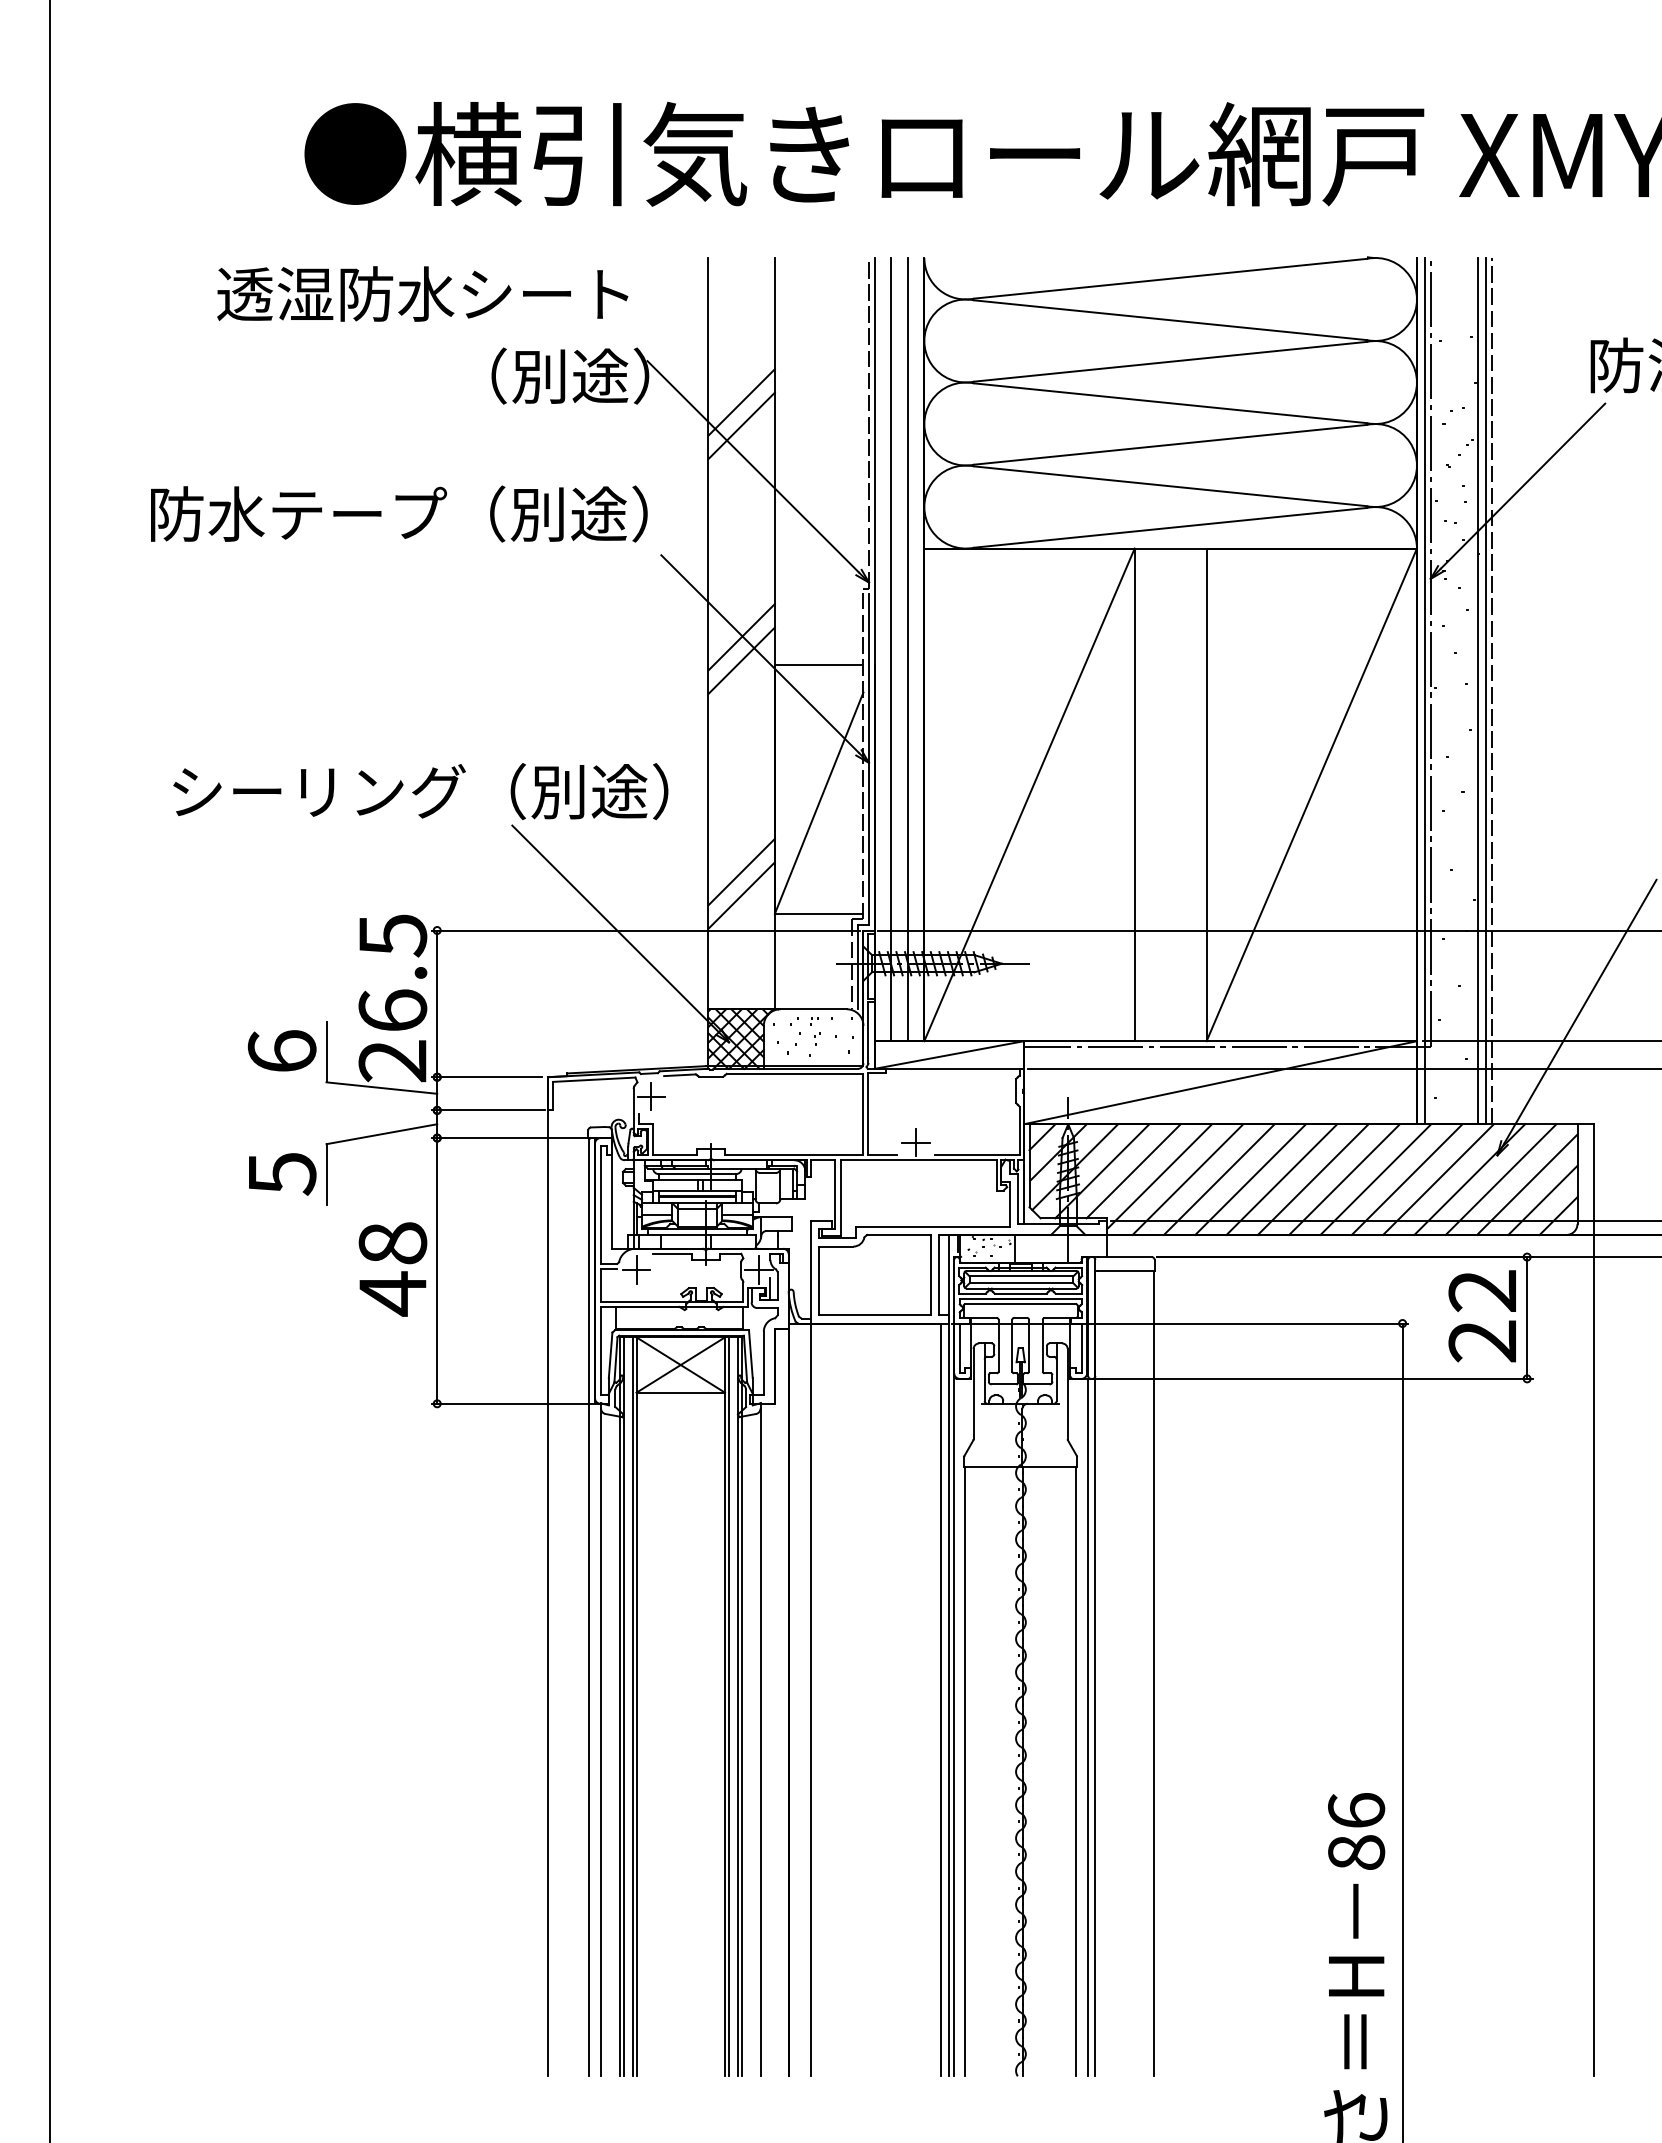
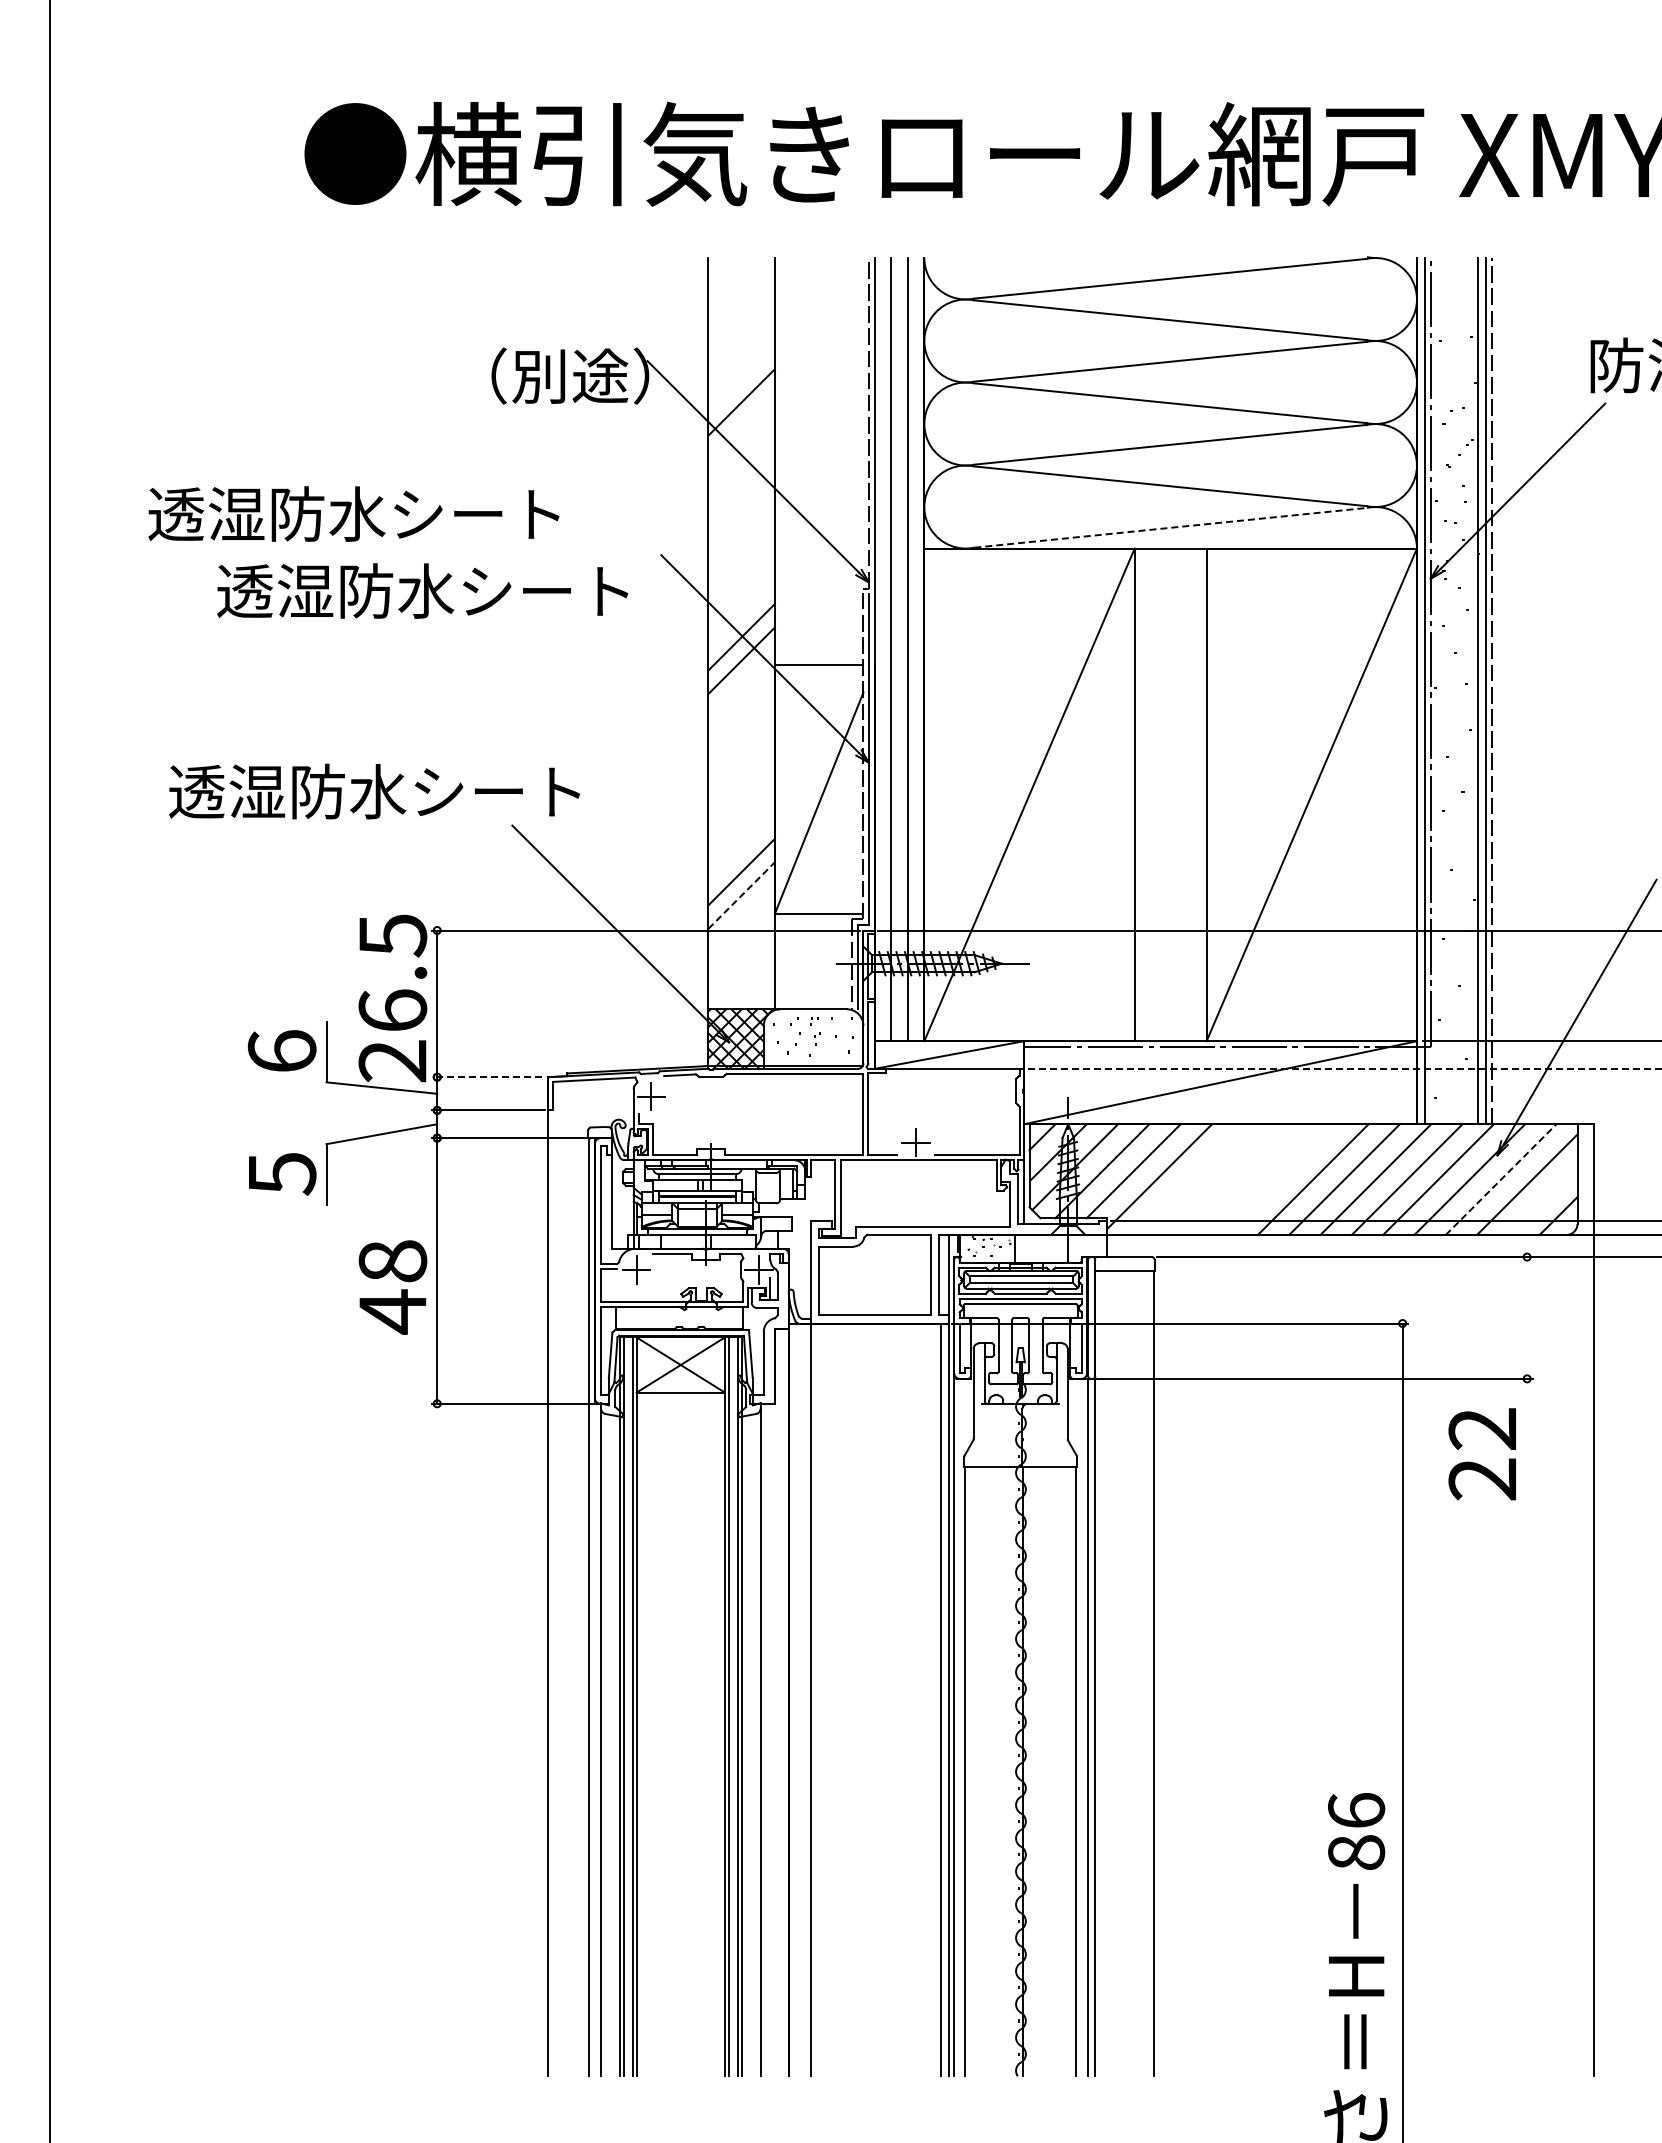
text at (422, 293) position: (422, 293) -> (422, 590)
line at (741, 425): present -> none
text at (397, 513): 防水テープ（別途） -> 透湿防水シート
line at (1171, 527): solid -> dashed
text at (418, 791): シーリング（別途） -> 透湿防水シート
line at (741, 895): solid -> dashed
line at (1344, 1068): solid -> dashed
line at (486, 1077): solid -> dashed
line at (1187, 1179): present -> none
line at (1218, 1179): present -> none
line at (1250, 1179): present -> none
line at (1281, 1179): present -> none
line at (1501, 1179): solid -> dashed
line at (1542, 1199): present -> none
text at (392, 1269) position: (392, 1269) -> (392, 1287)
text at (1481, 1316) position: (1481, 1316) -> (1481, 1454)
line at (1527, 1317): present -> none
